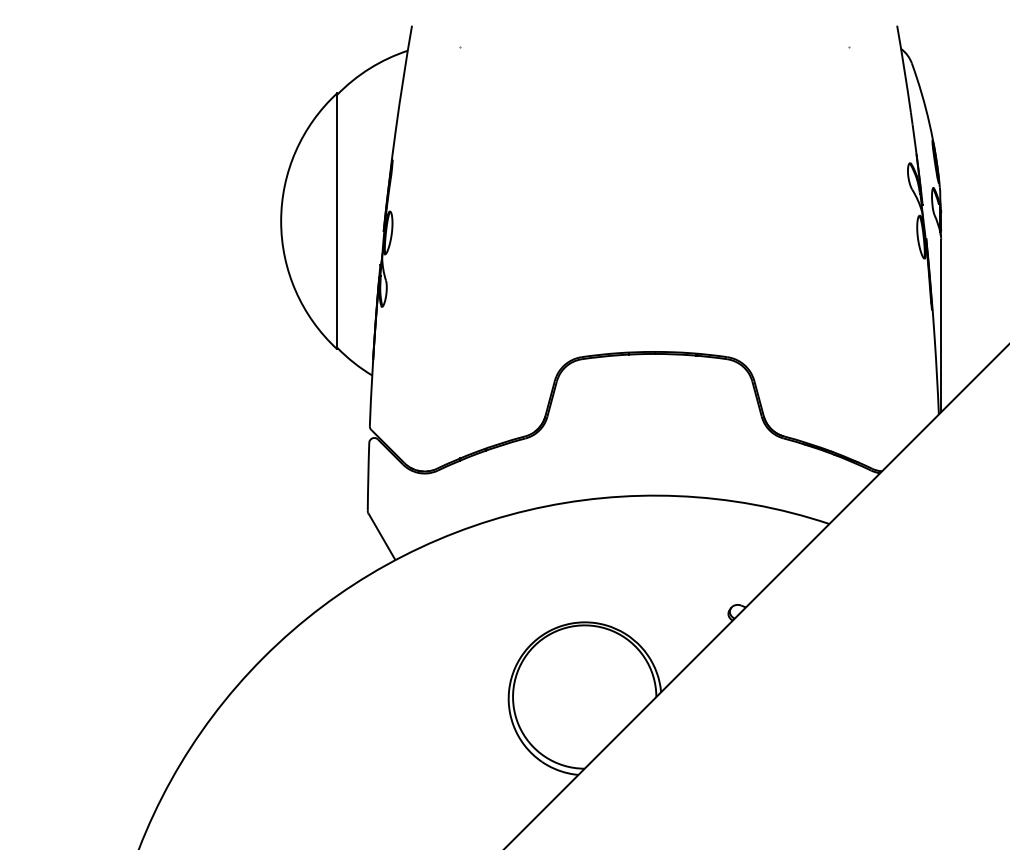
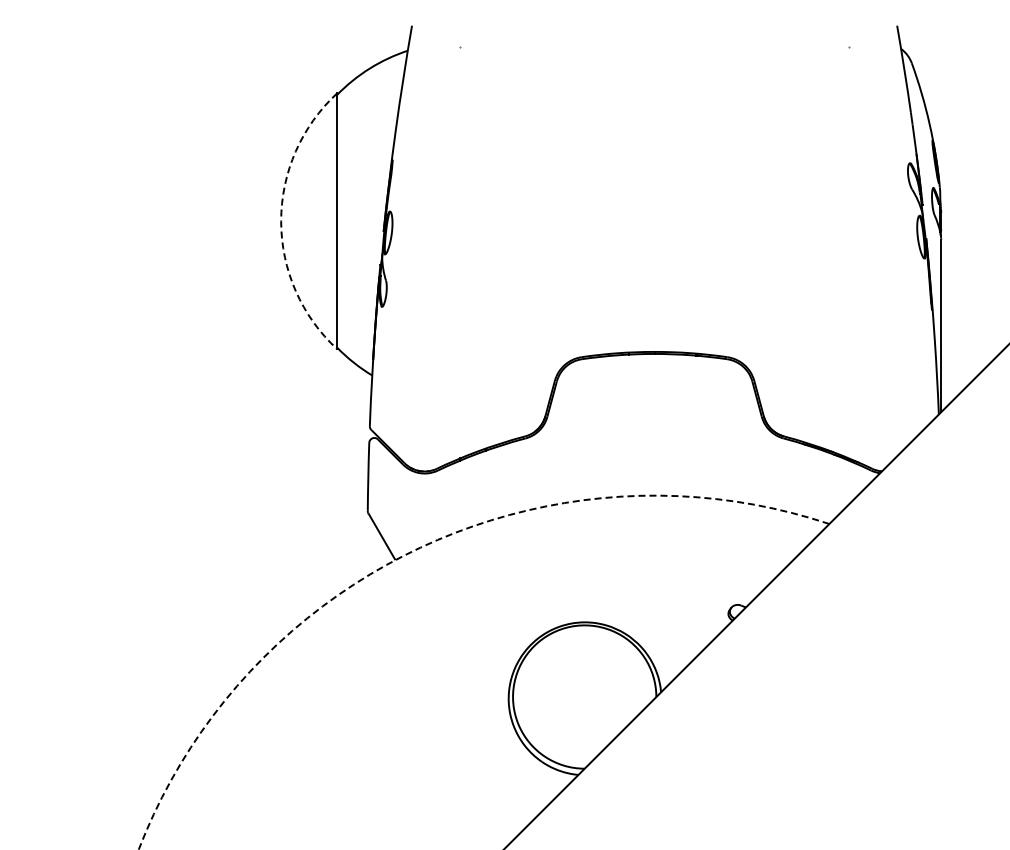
arc at (281, 221): solid -> dashed
arc at (416, 549): solid -> dashed
